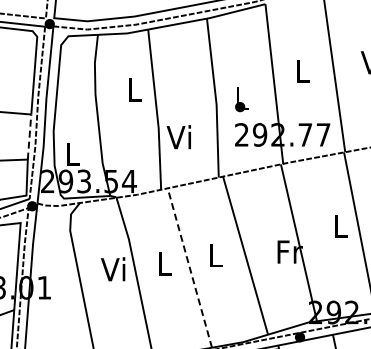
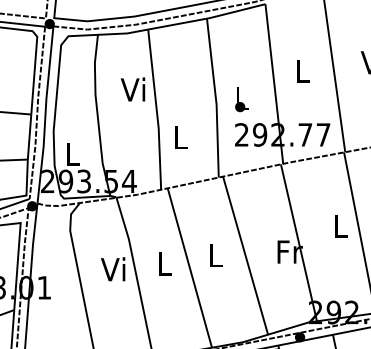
text at (132, 89): L -> Vi
line at (29, 137): dashed -> solid
text at (178, 137): Vi -> L
line at (189, 268): dashed -> solid
